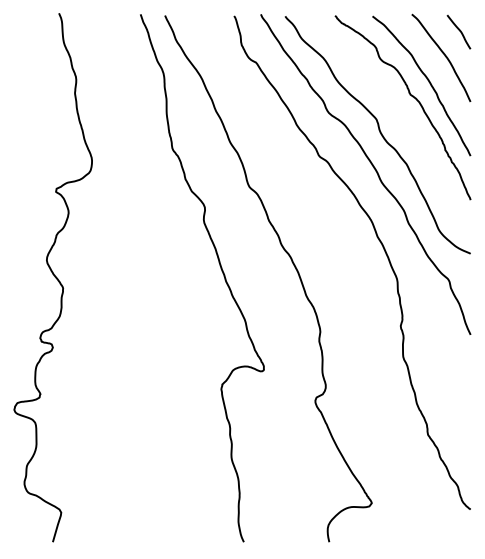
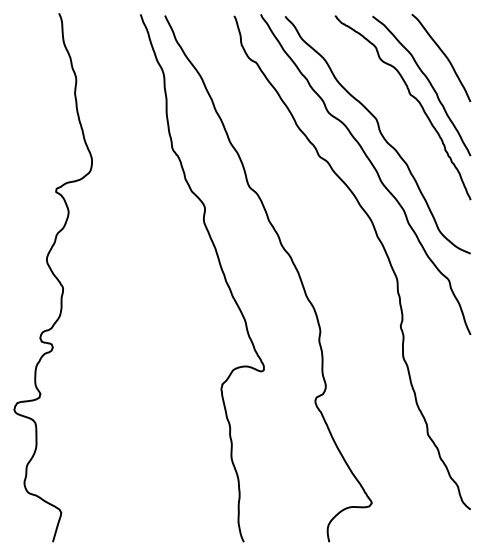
curve at (459, 31): present -> none
